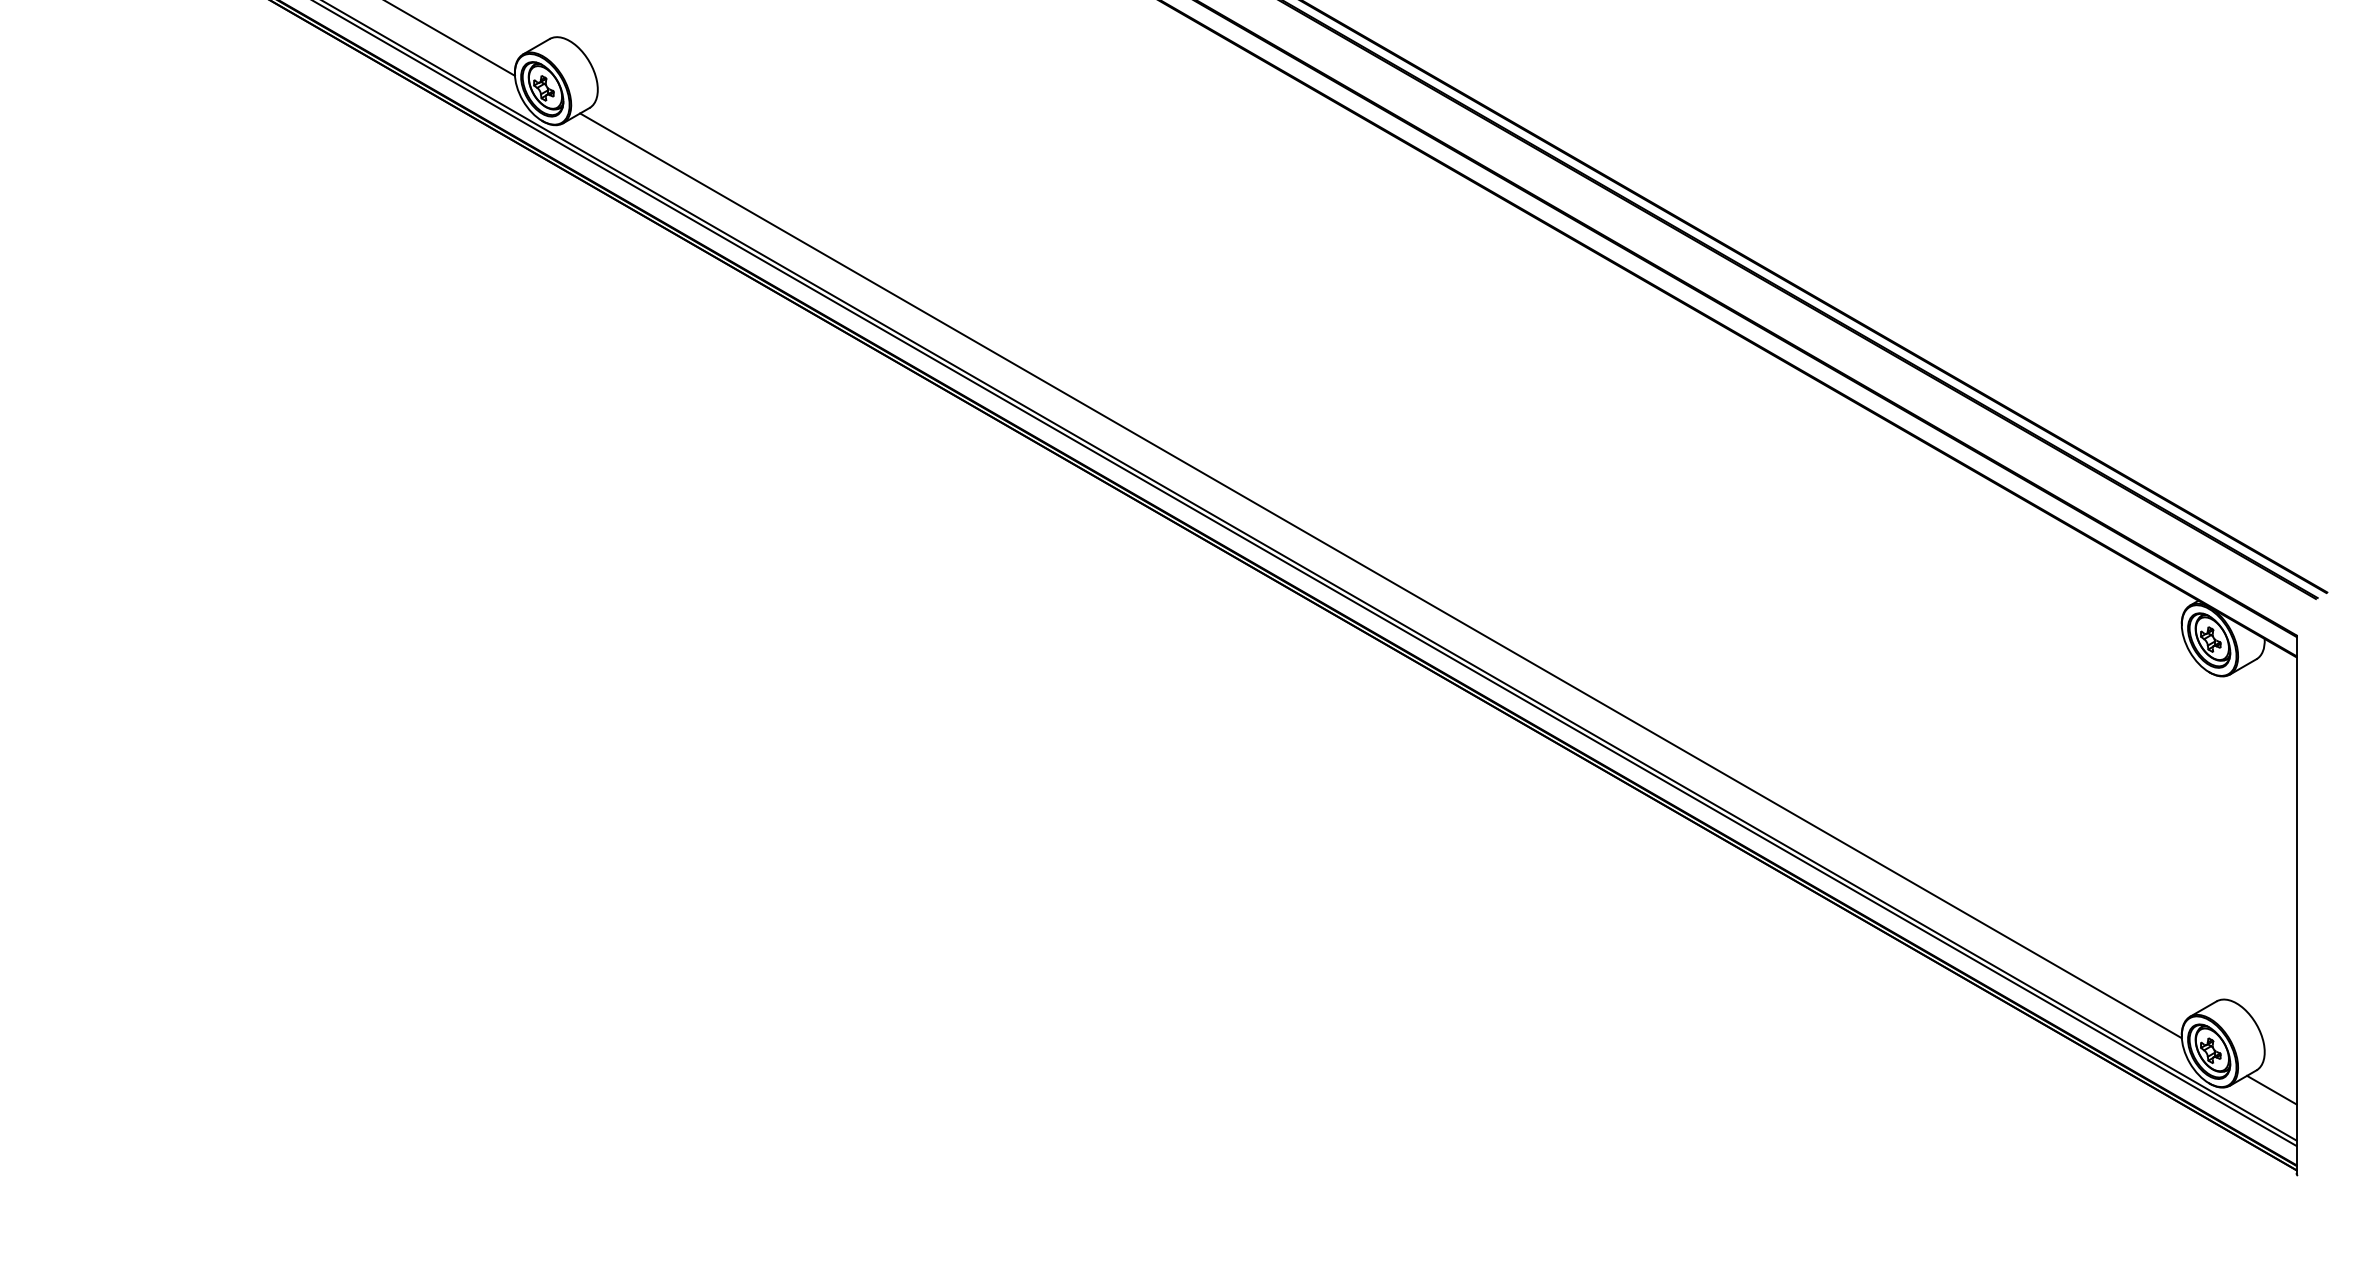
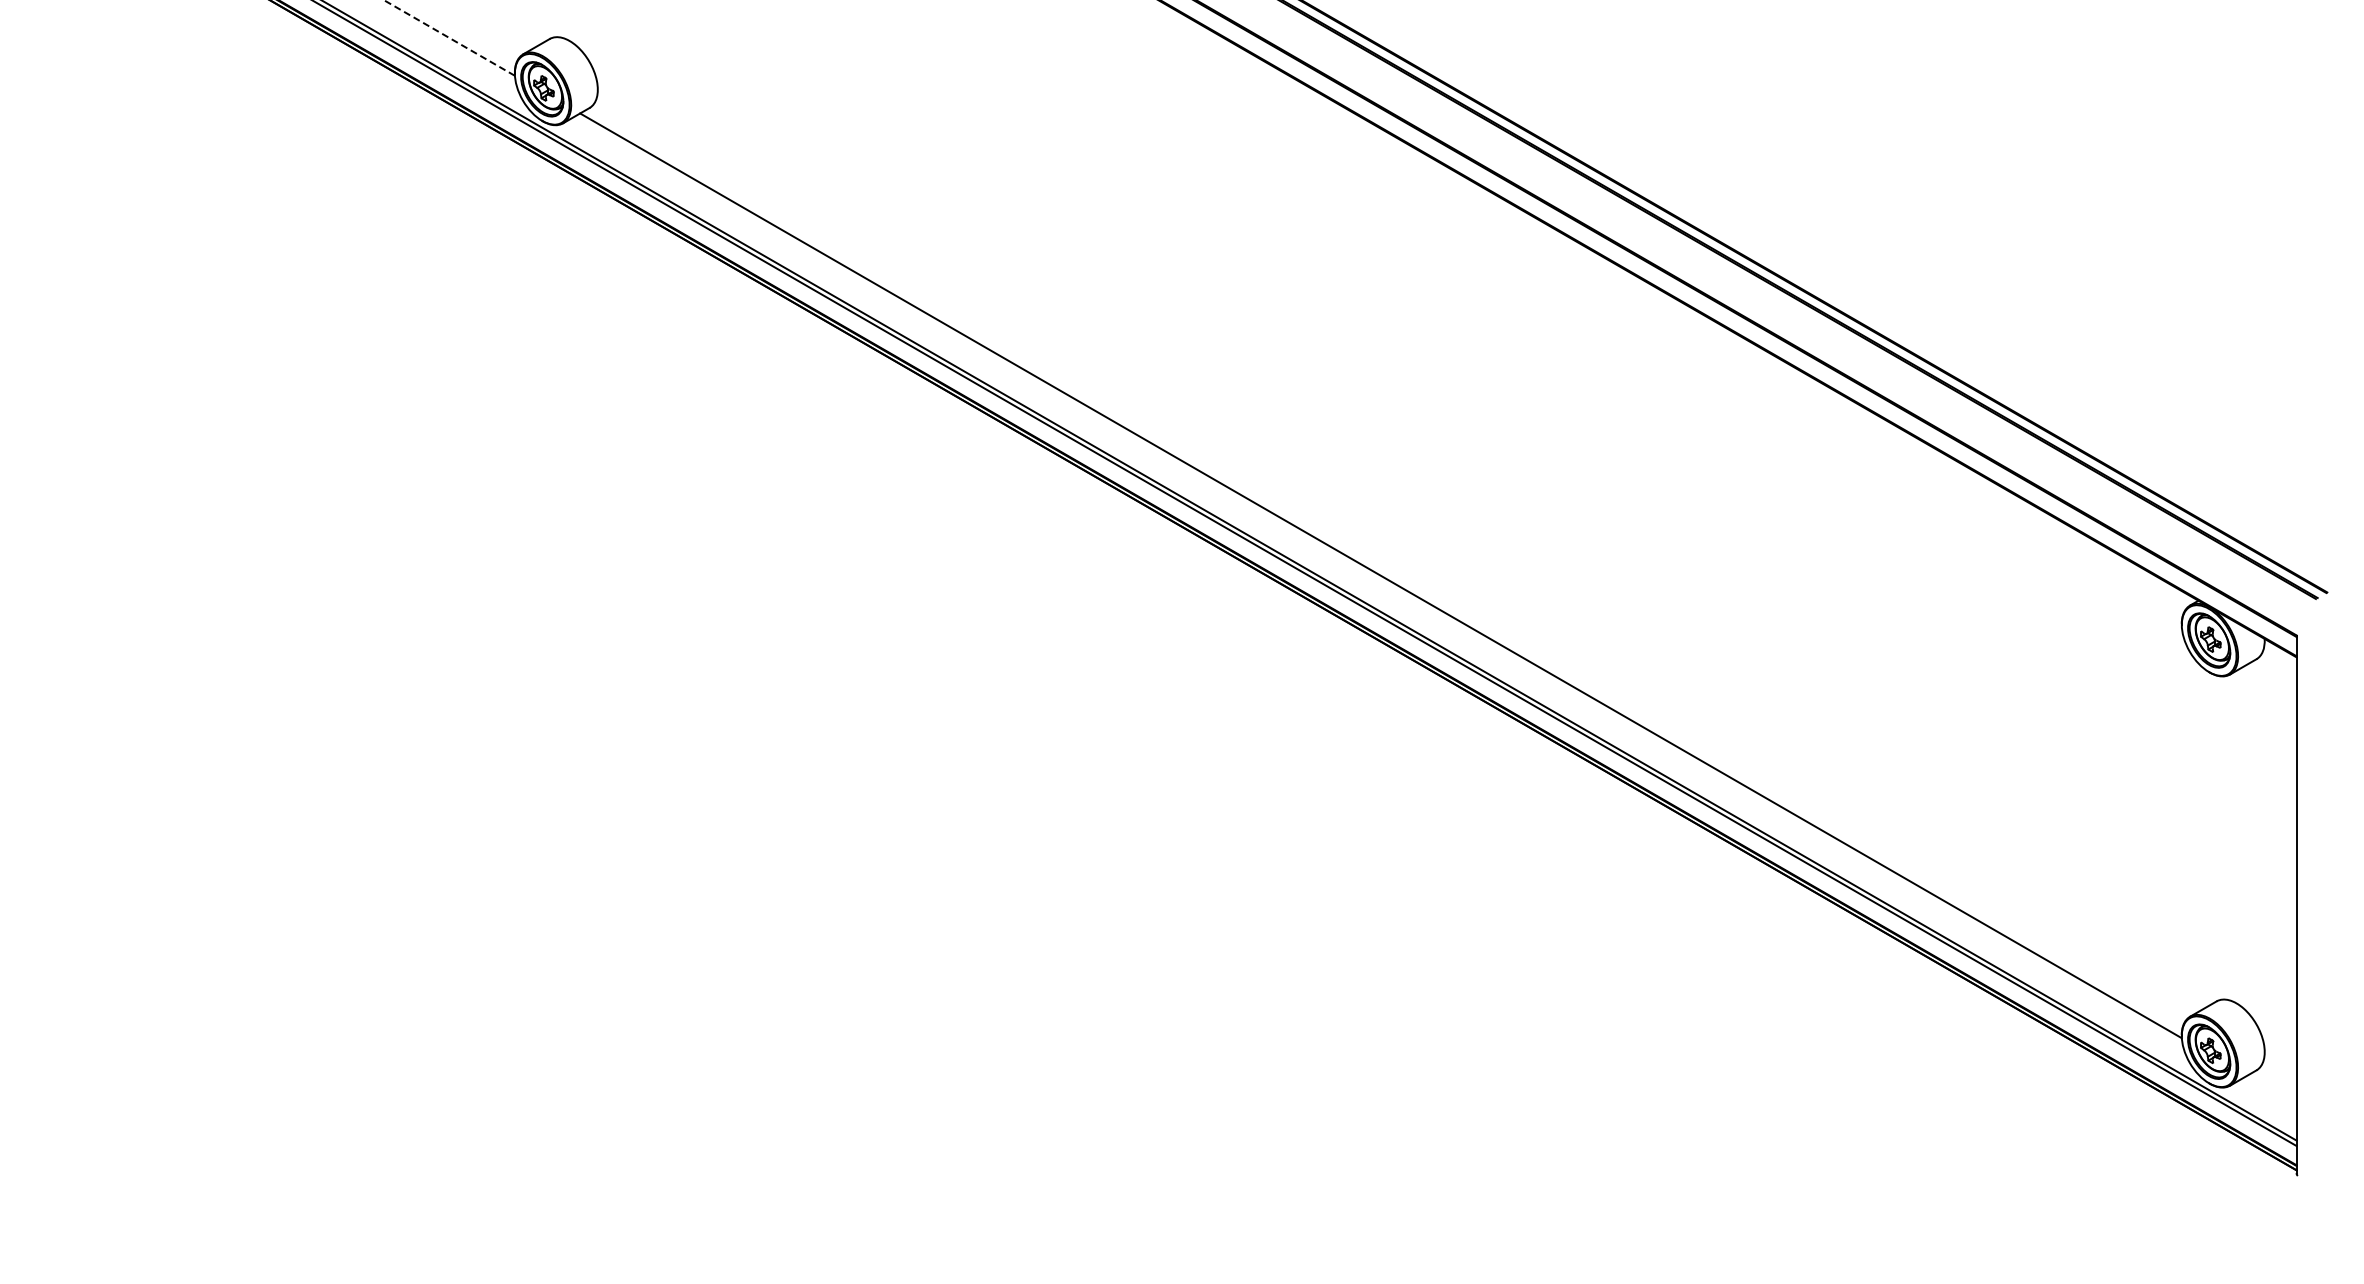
line at (449, 37): solid -> dashed
line at (2271, 1089): present -> none
